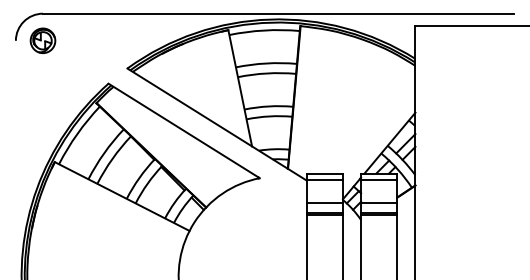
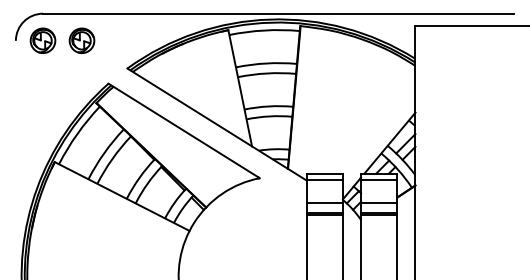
part at (81, 40): none -> present
